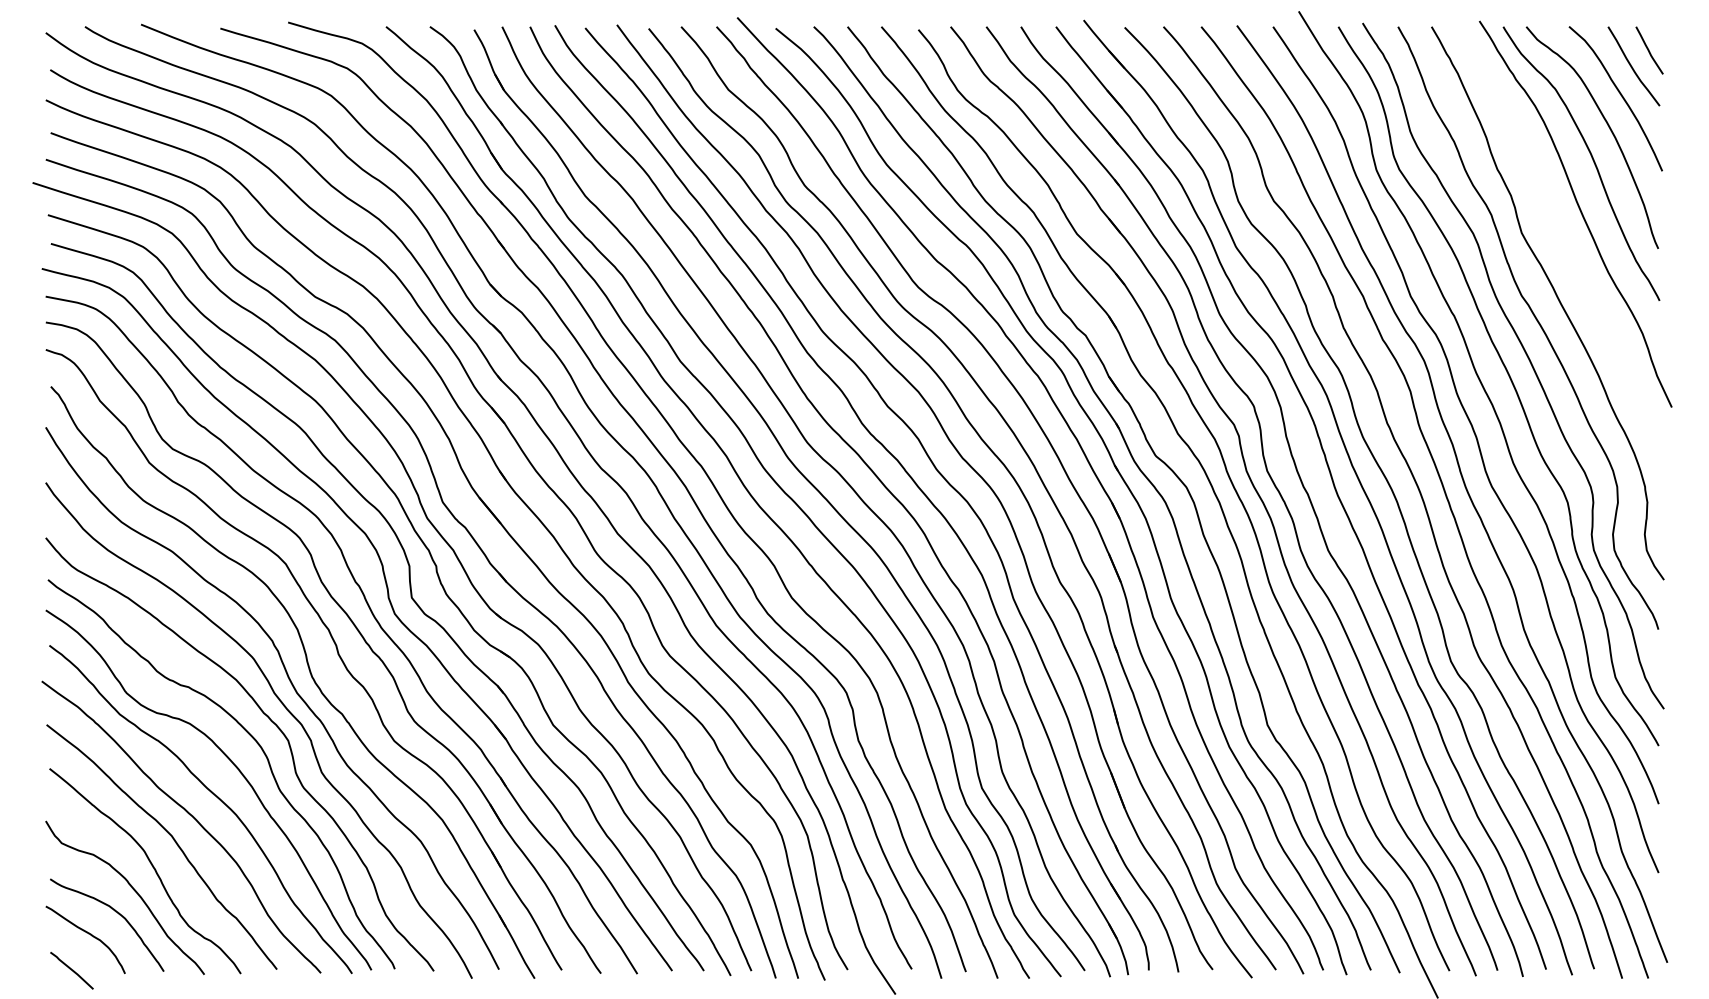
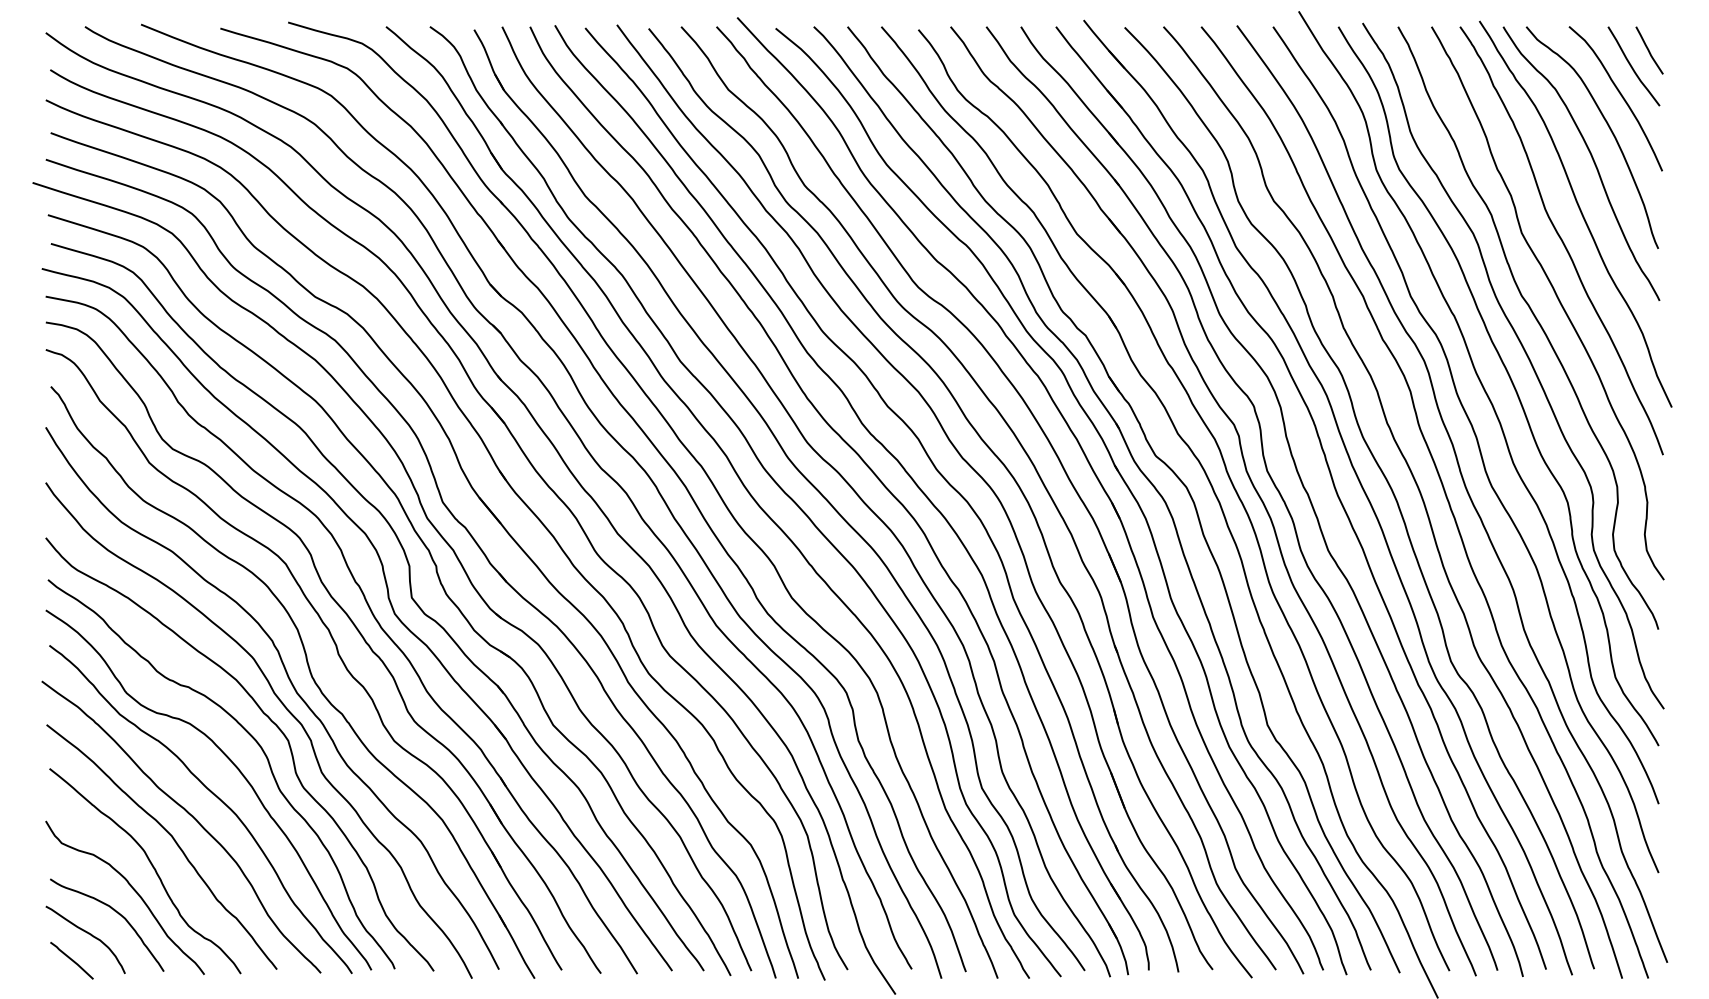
curve at (1561, 240): none -> present
line at (71, 970) position: (71, 970) -> (71, 960)
